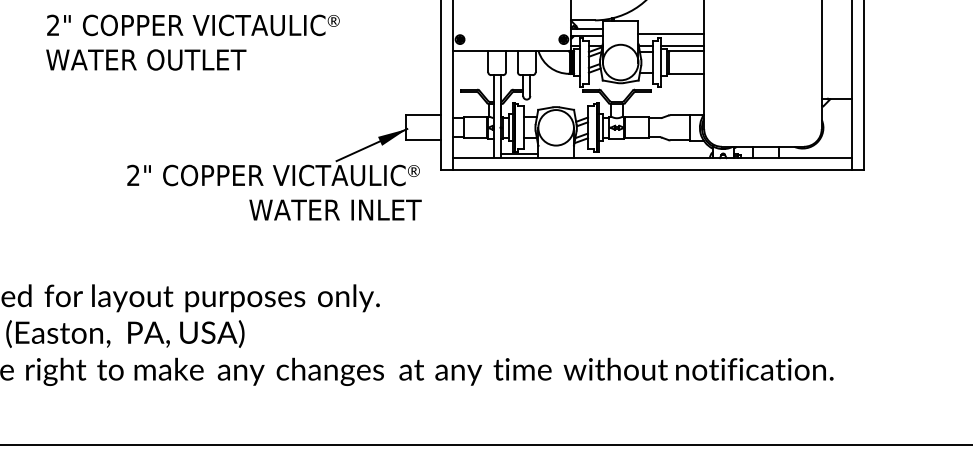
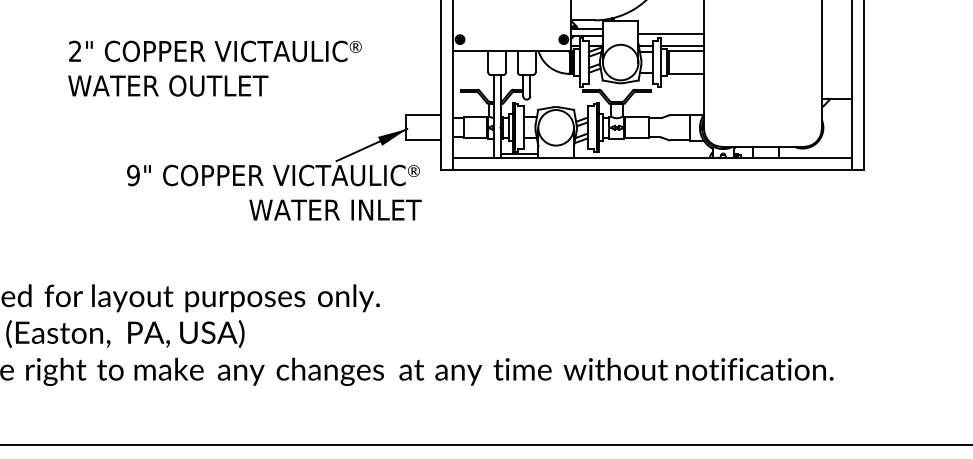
text at (192, 42) position: (192, 42) -> (214, 68)
text at (133, 175): 2" -> 9"
